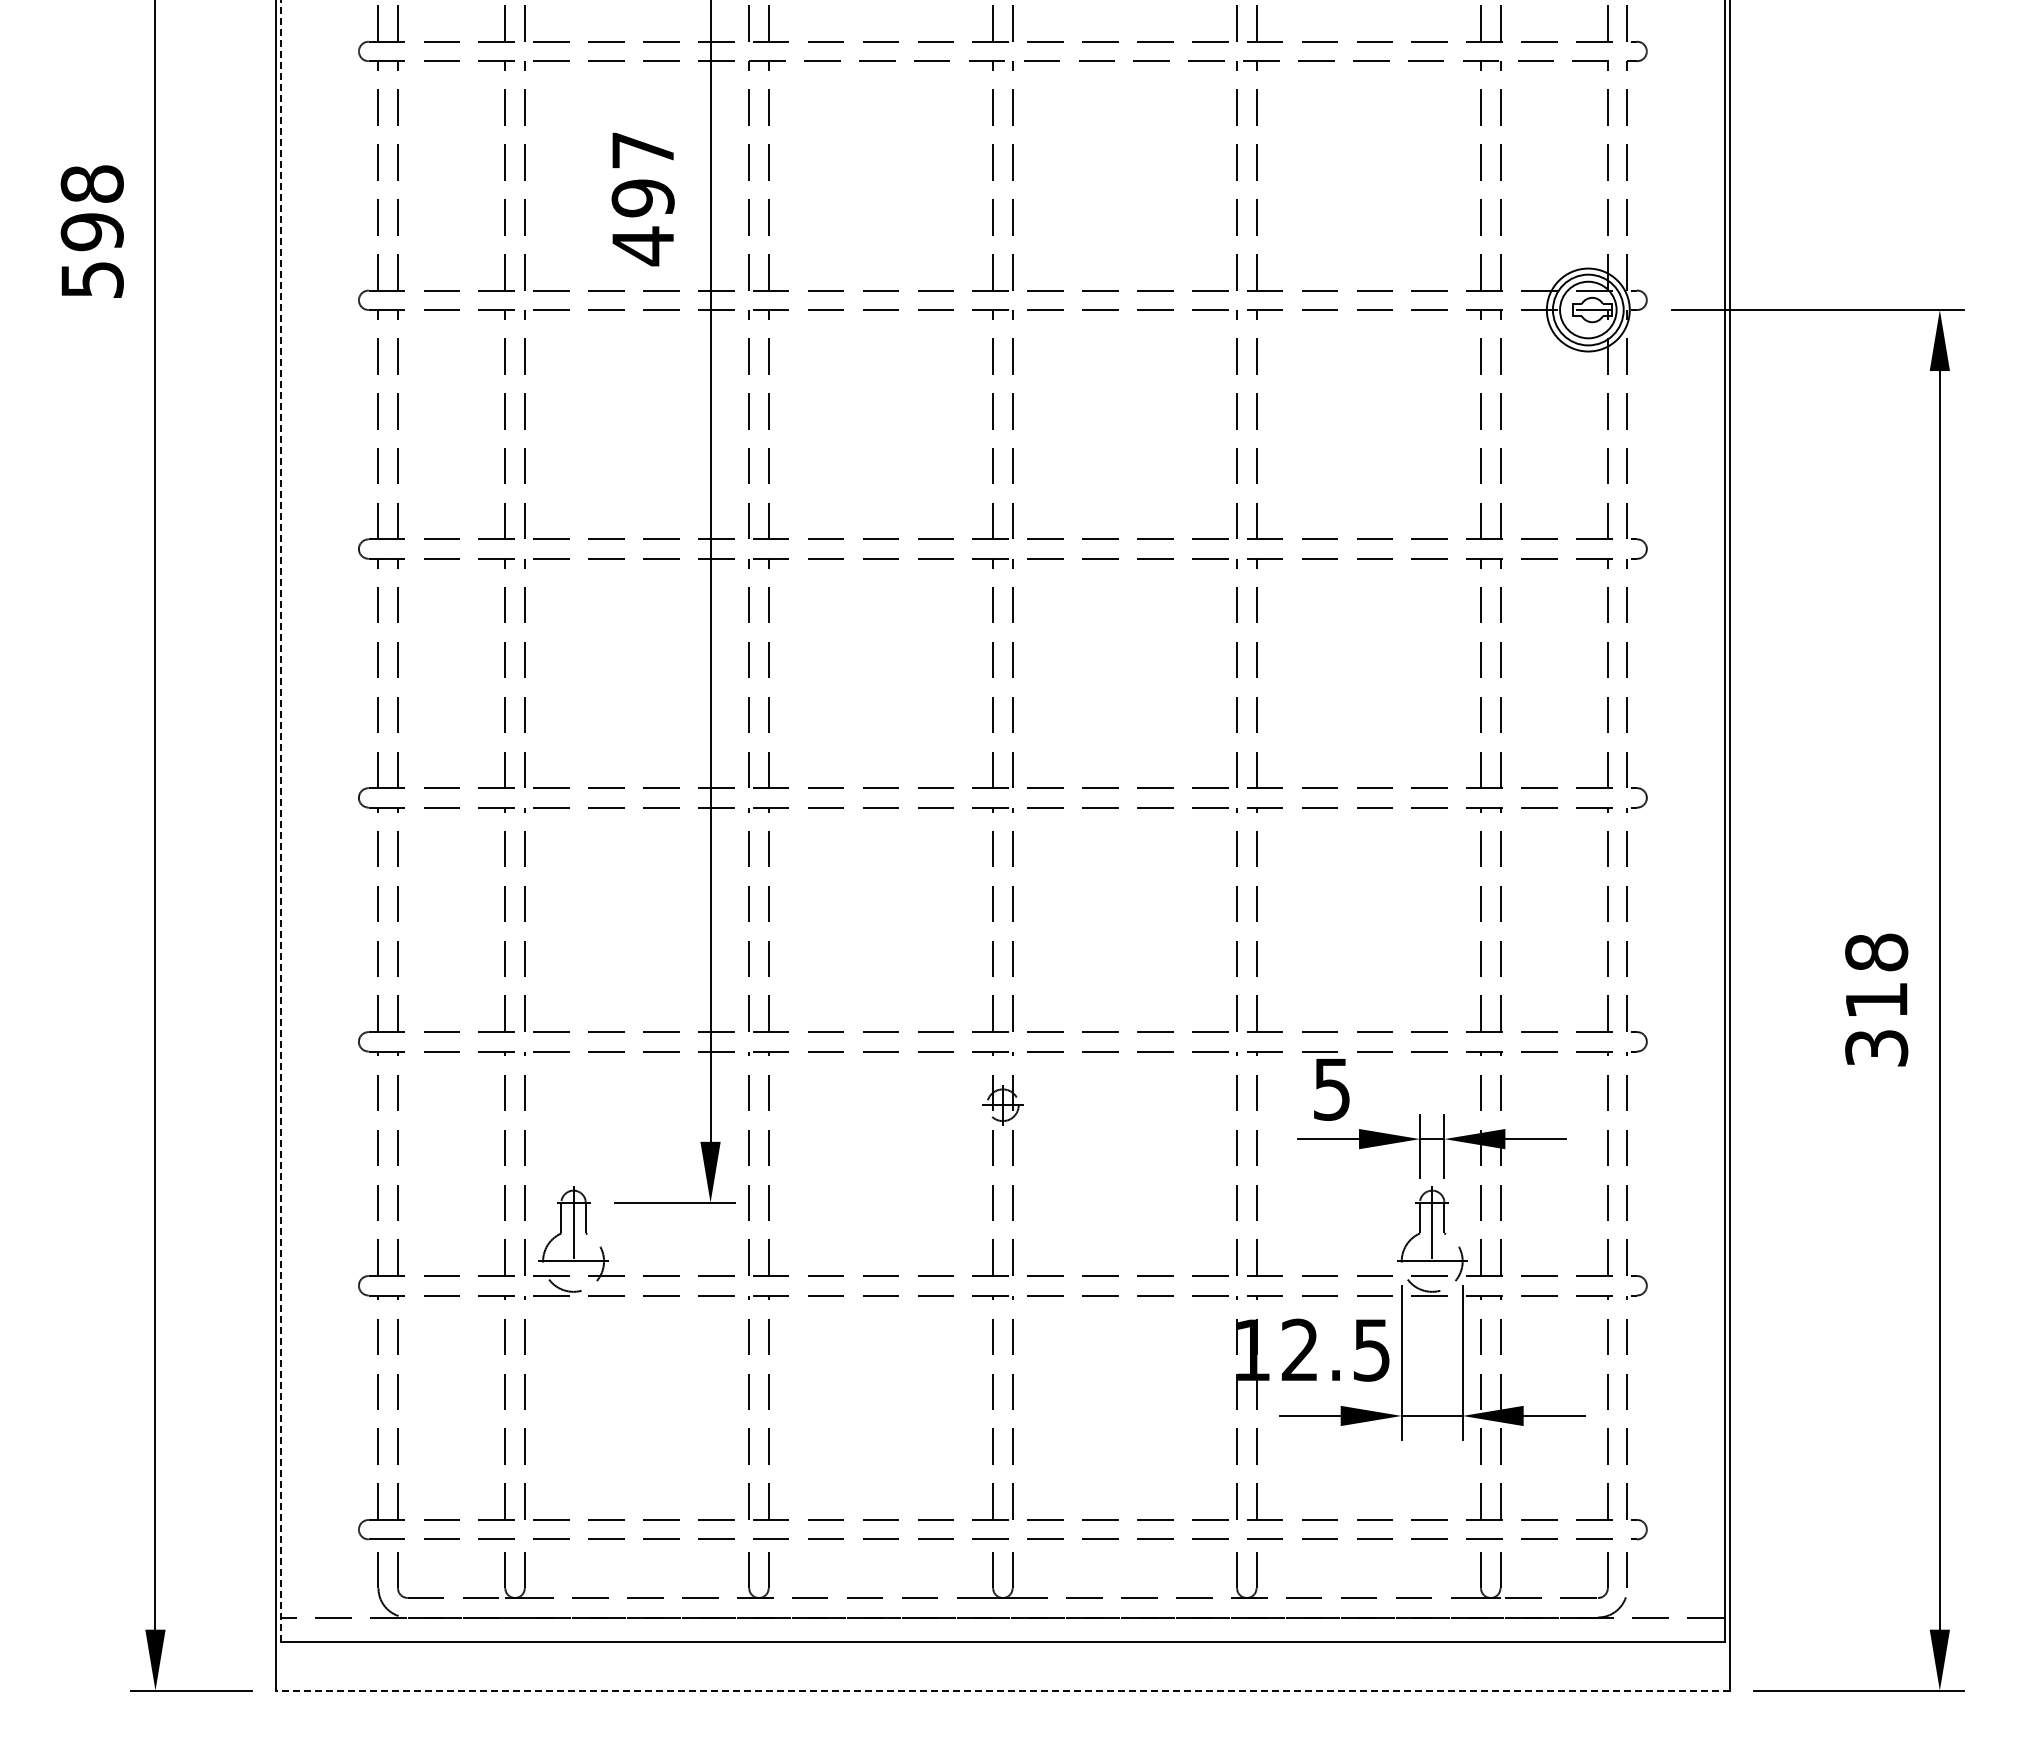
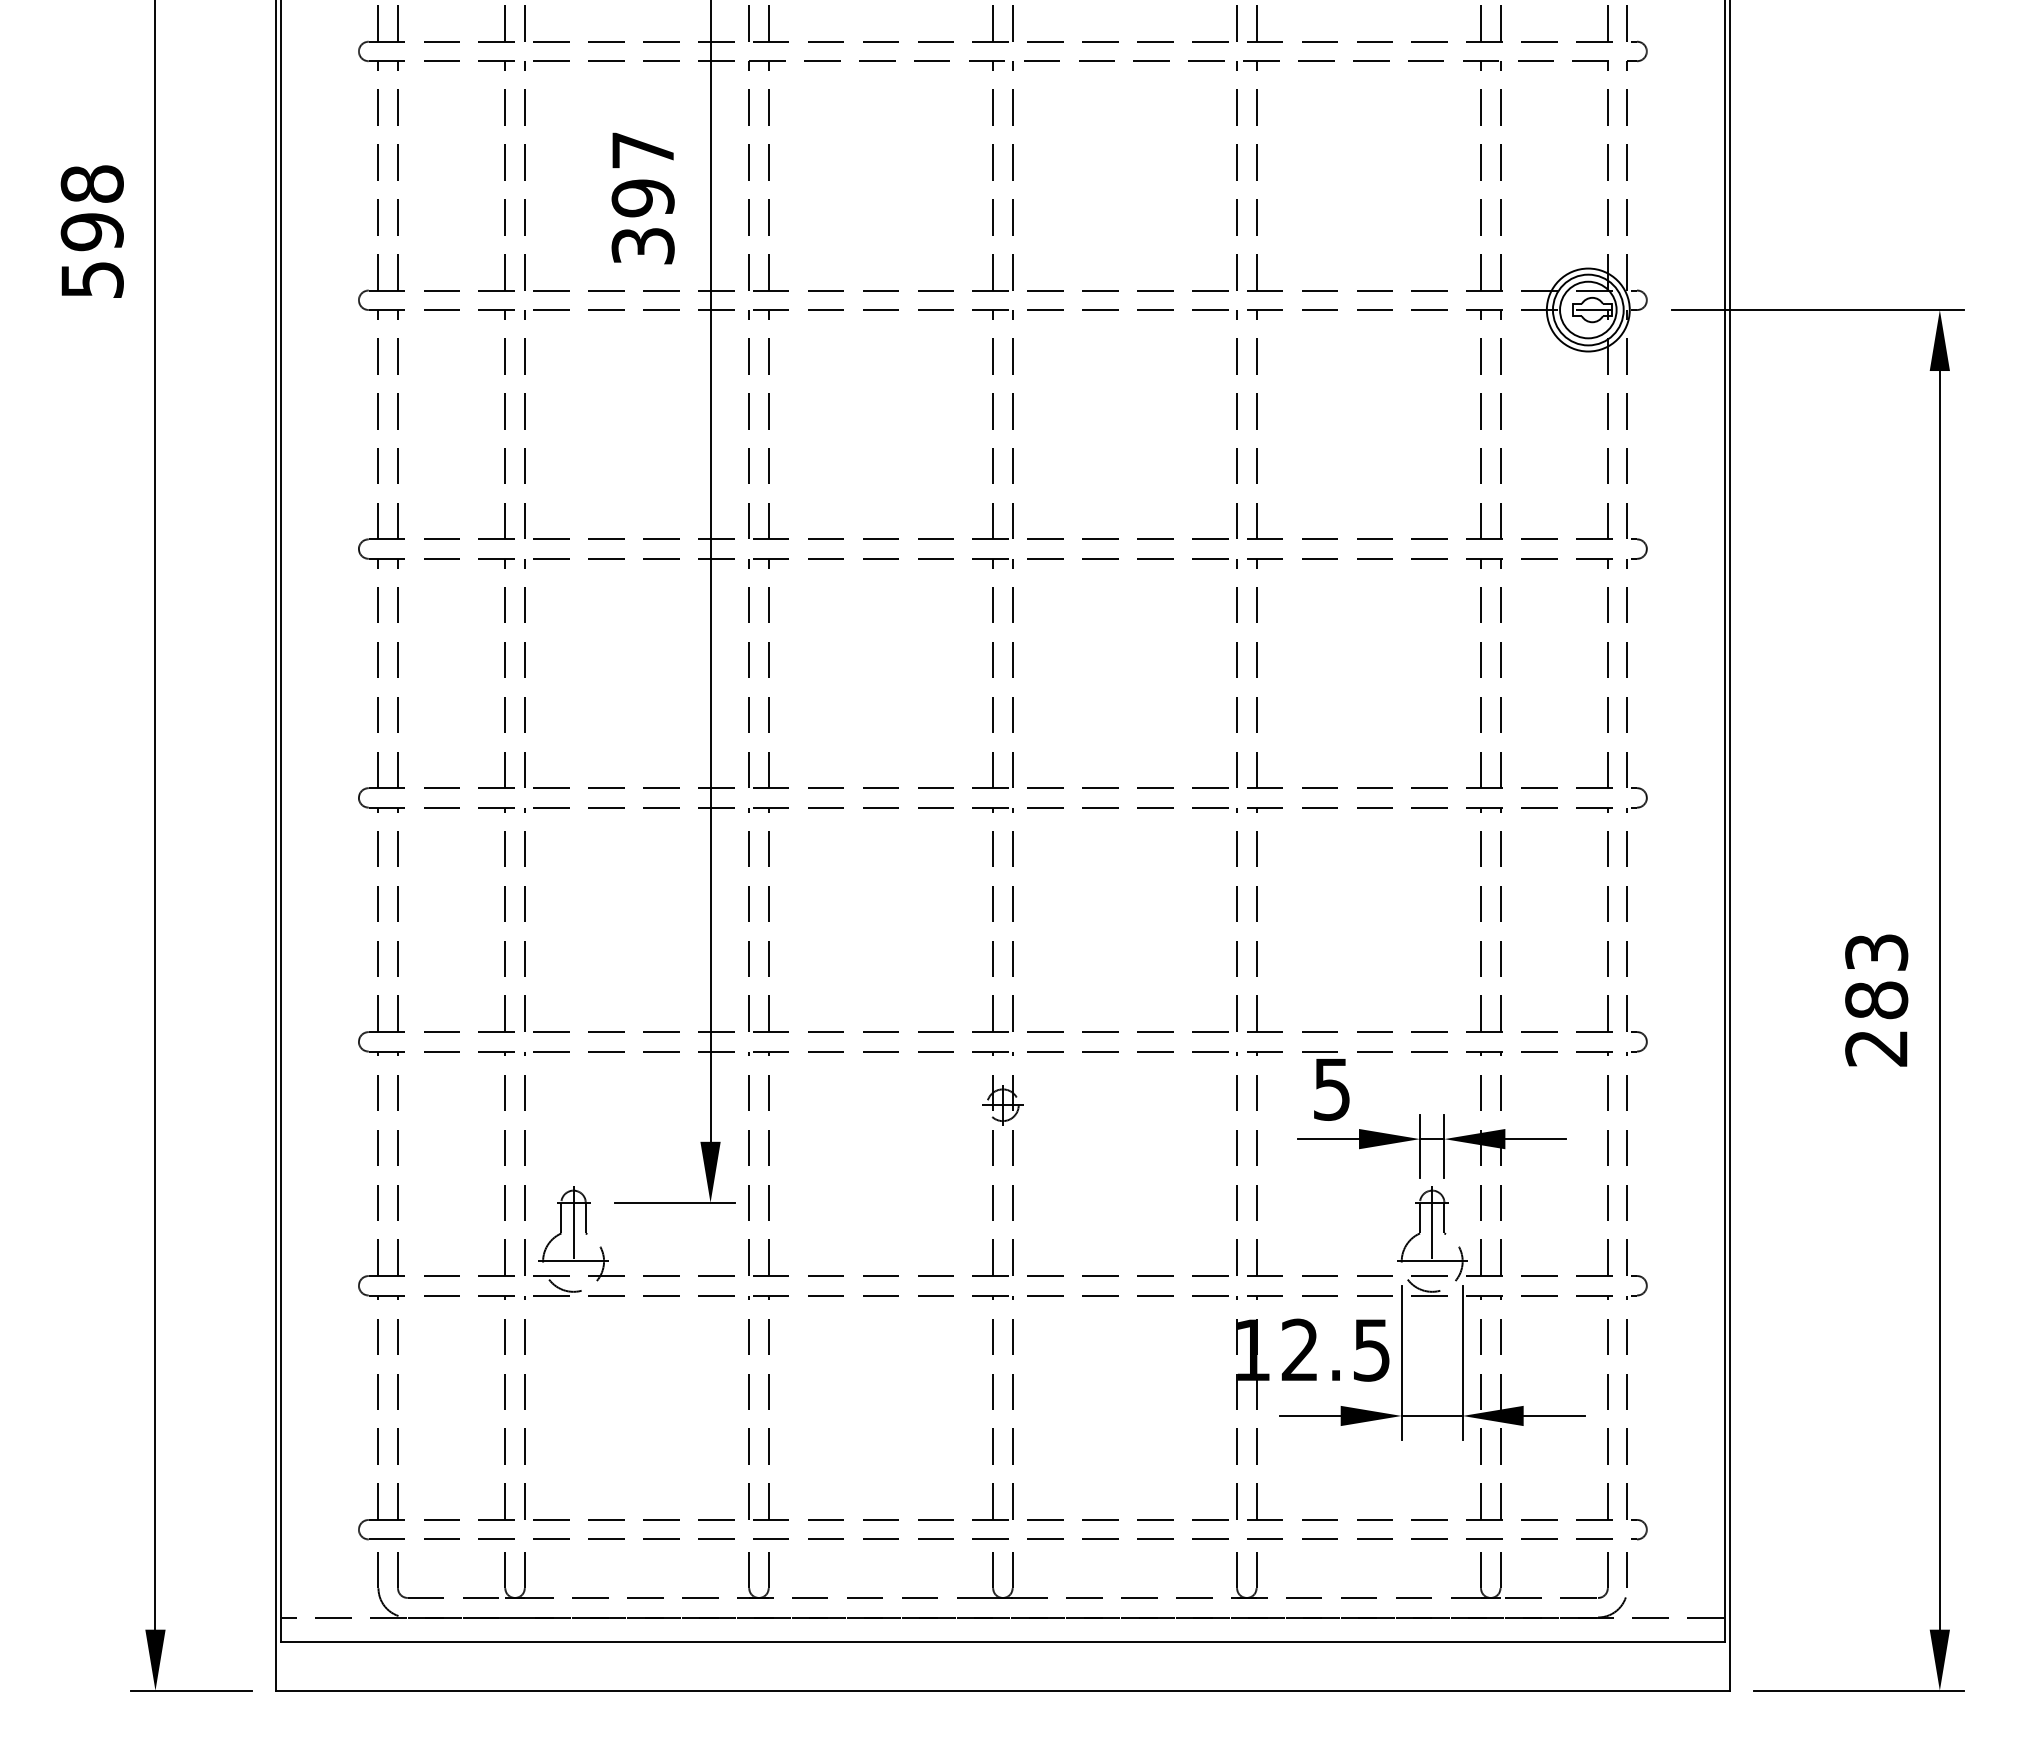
text at (642, 246): 497 -> 397
line at (280, 820): dashed -> solid
text at (1876, 999): 318 -> 283
line at (1002, 1690): dashed -> solid
